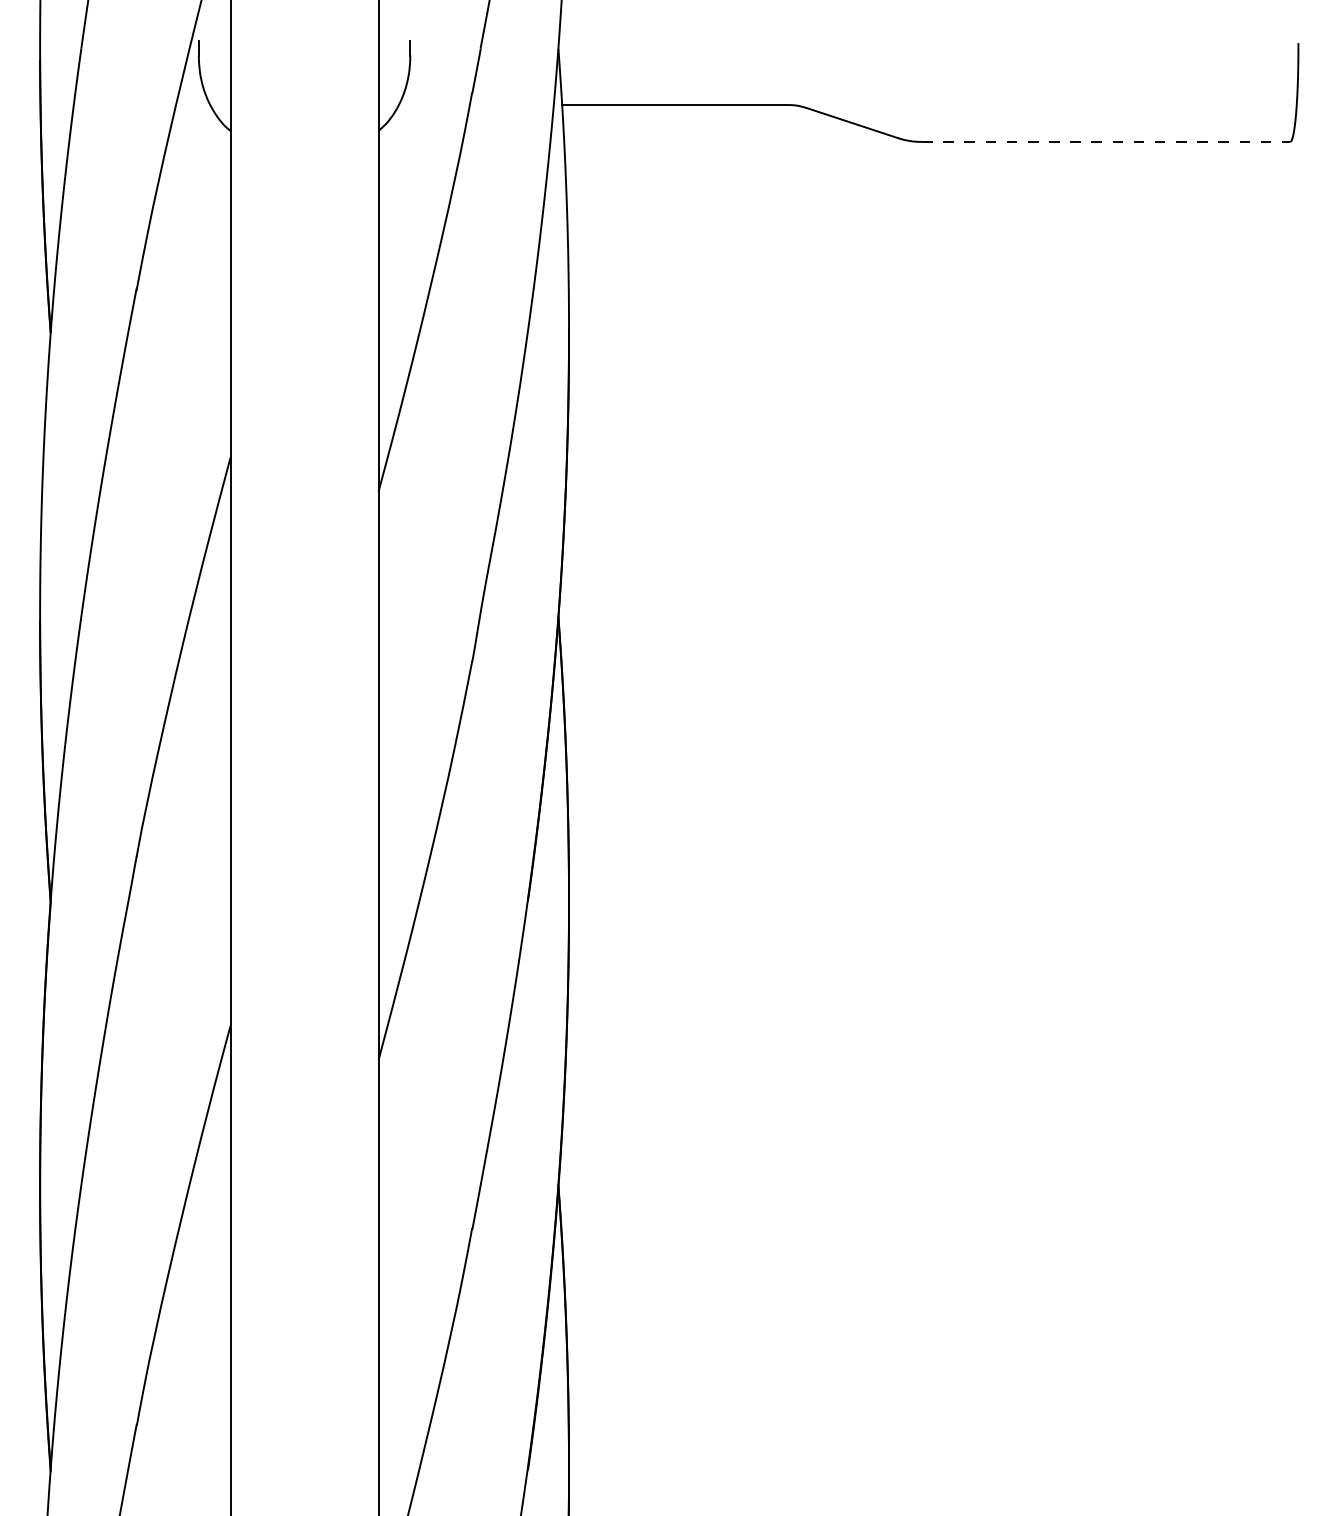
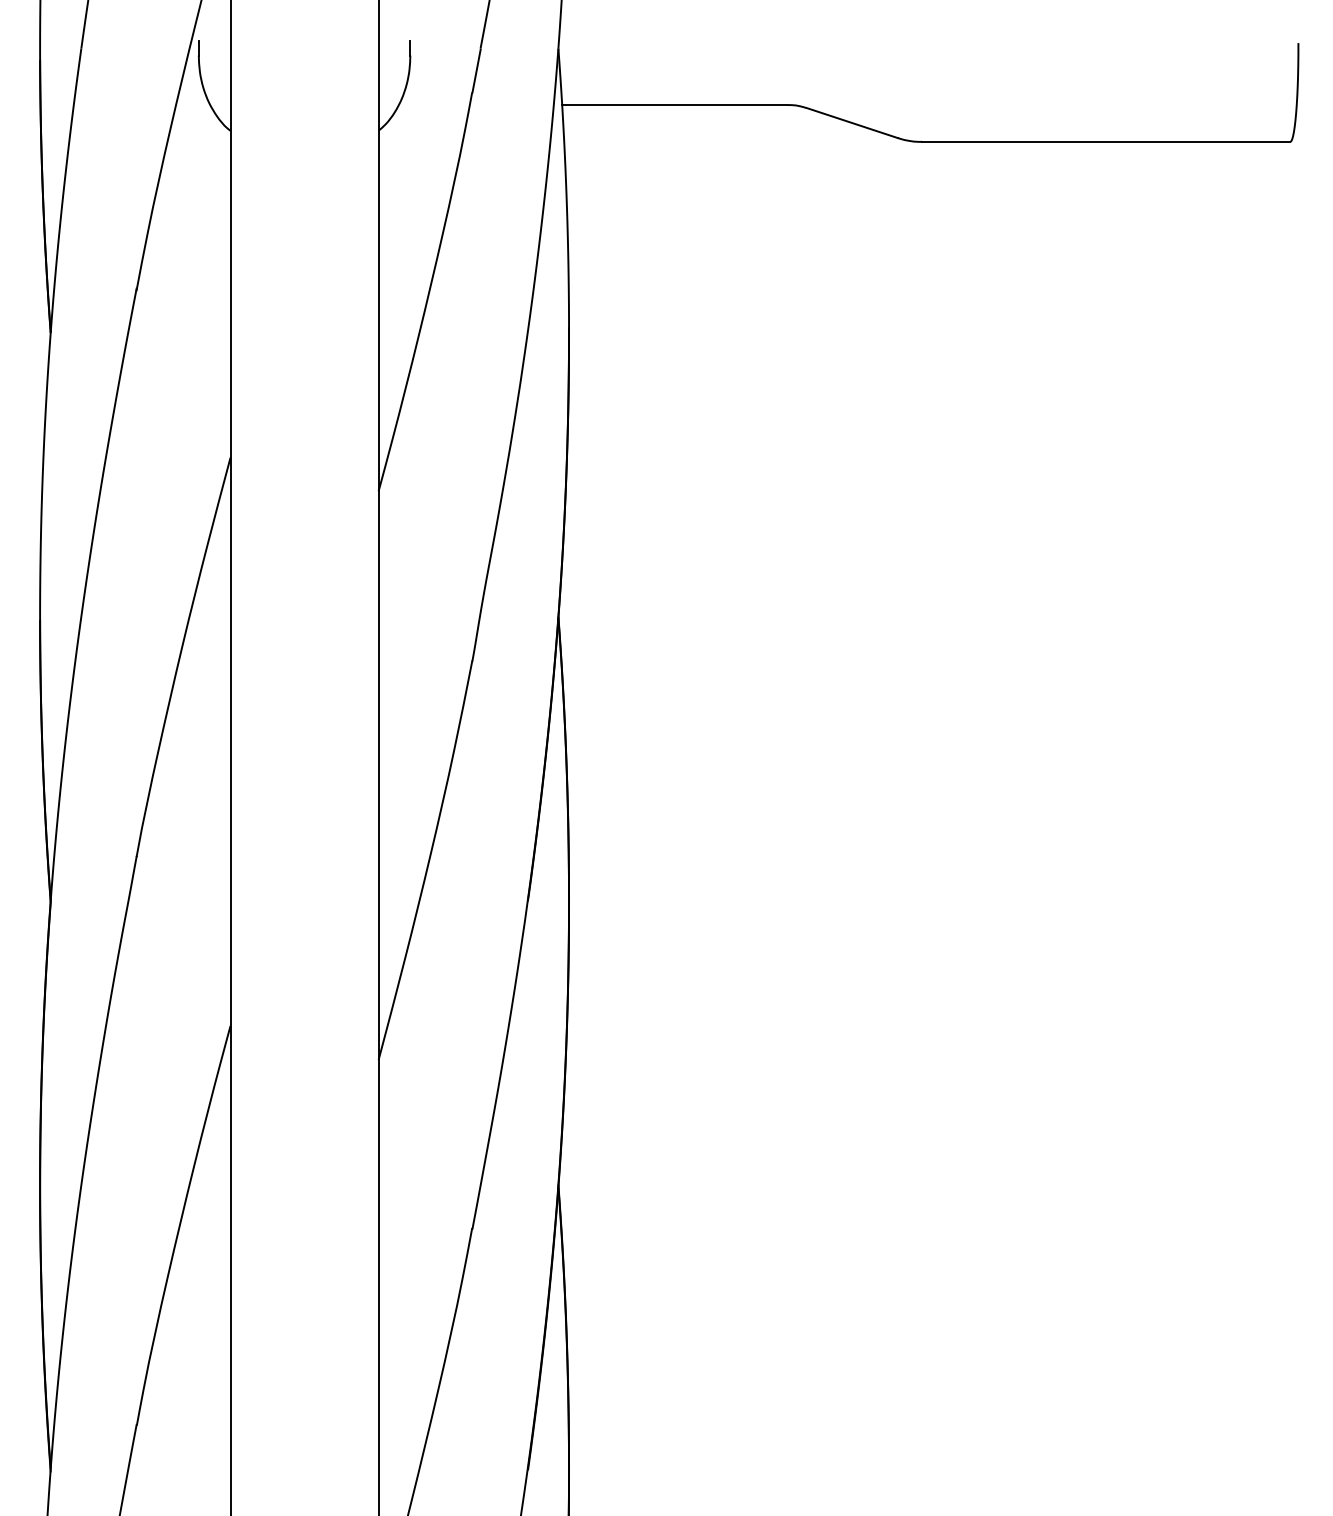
line at (1106, 141): dashed -> solid
